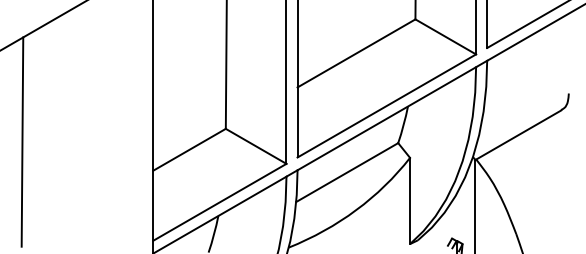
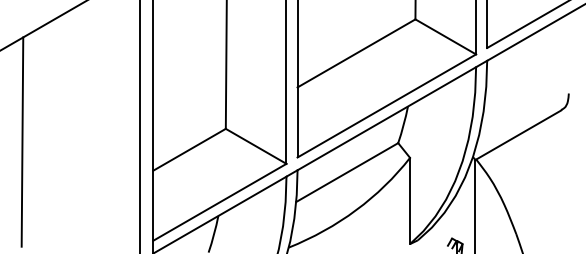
line at (139, 126): none -> present
